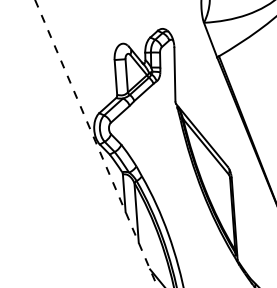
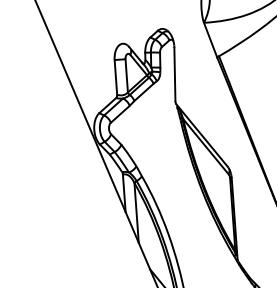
line at (96, 144): dashed -> solid
